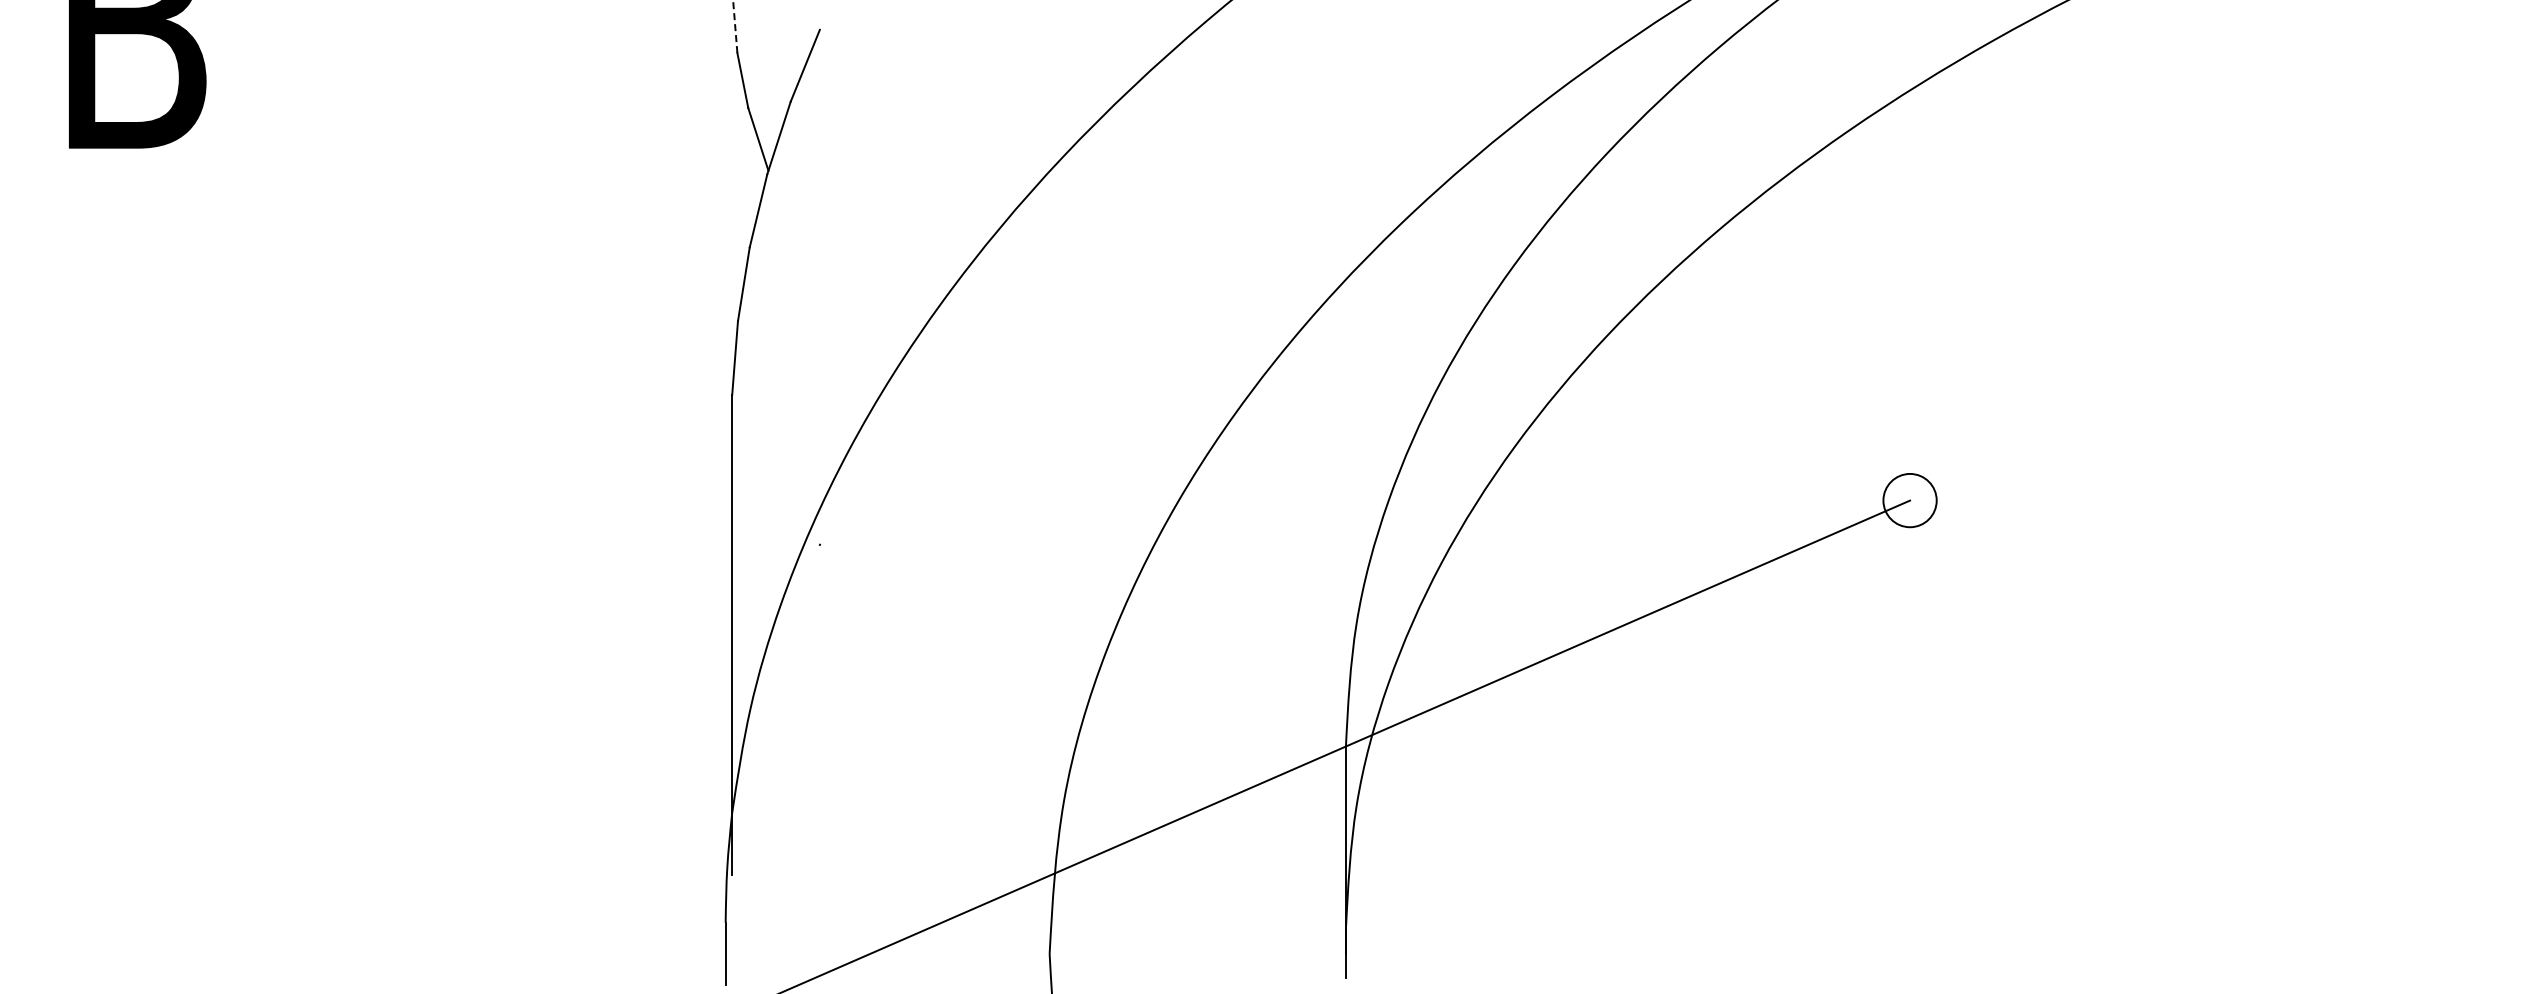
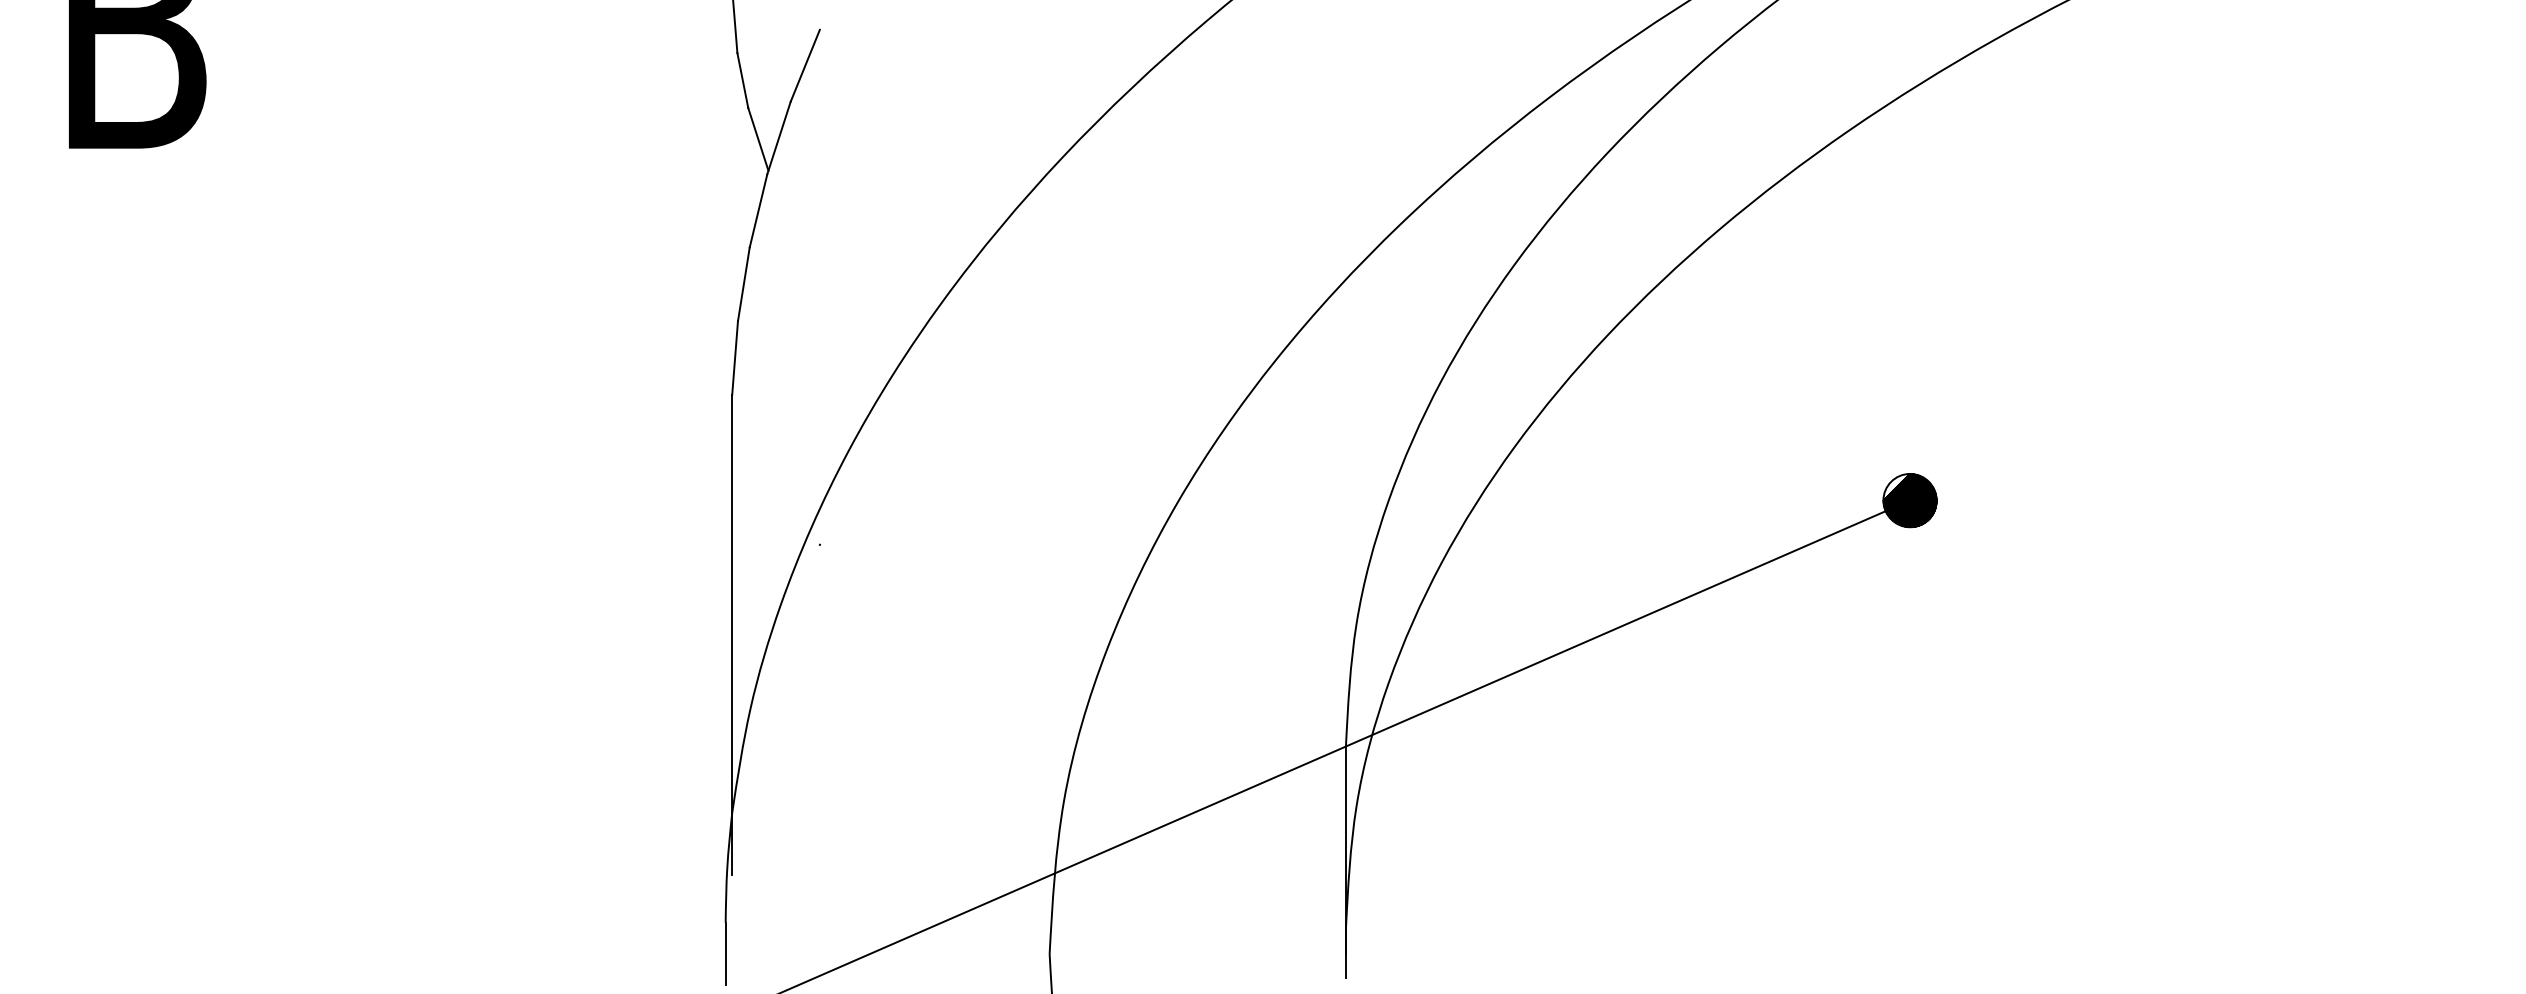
line at (735, 26): dashed -> solid
hatch at (1909, 500): none -> present
